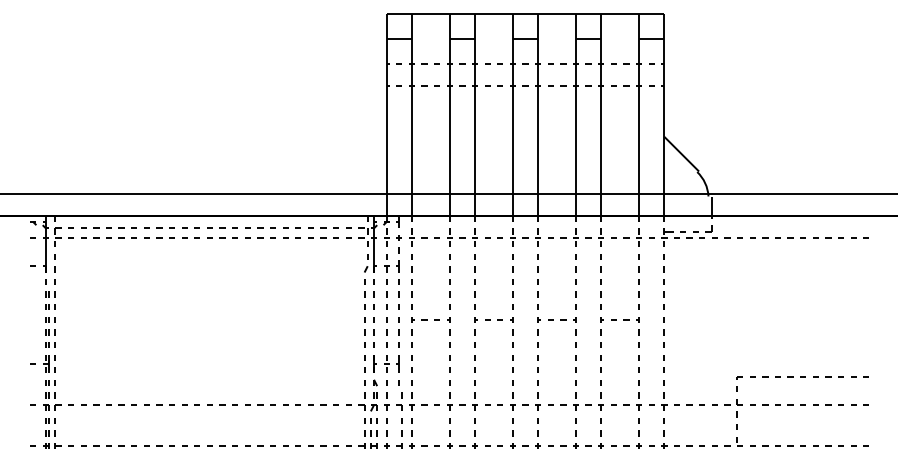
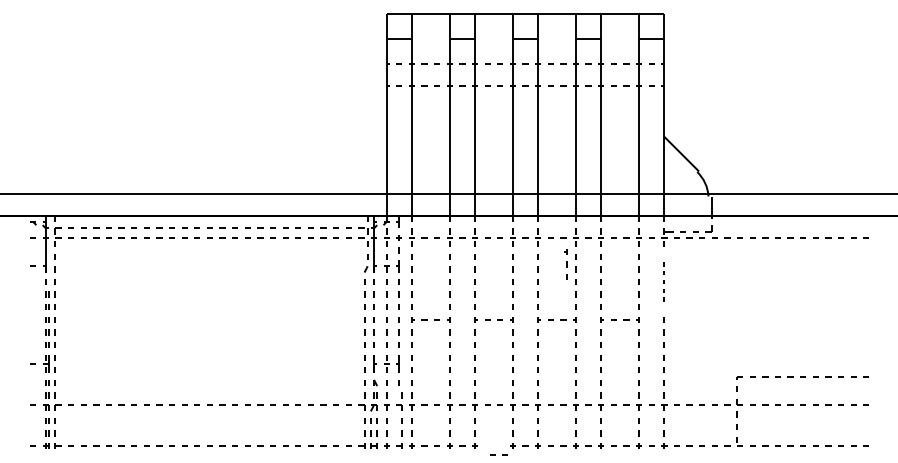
part at (565, 264): none -> present
part at (663, 281) size: 2x56 px -> 2x40 px
line at (490, 445) position: (490, 445) -> (495, 454)
